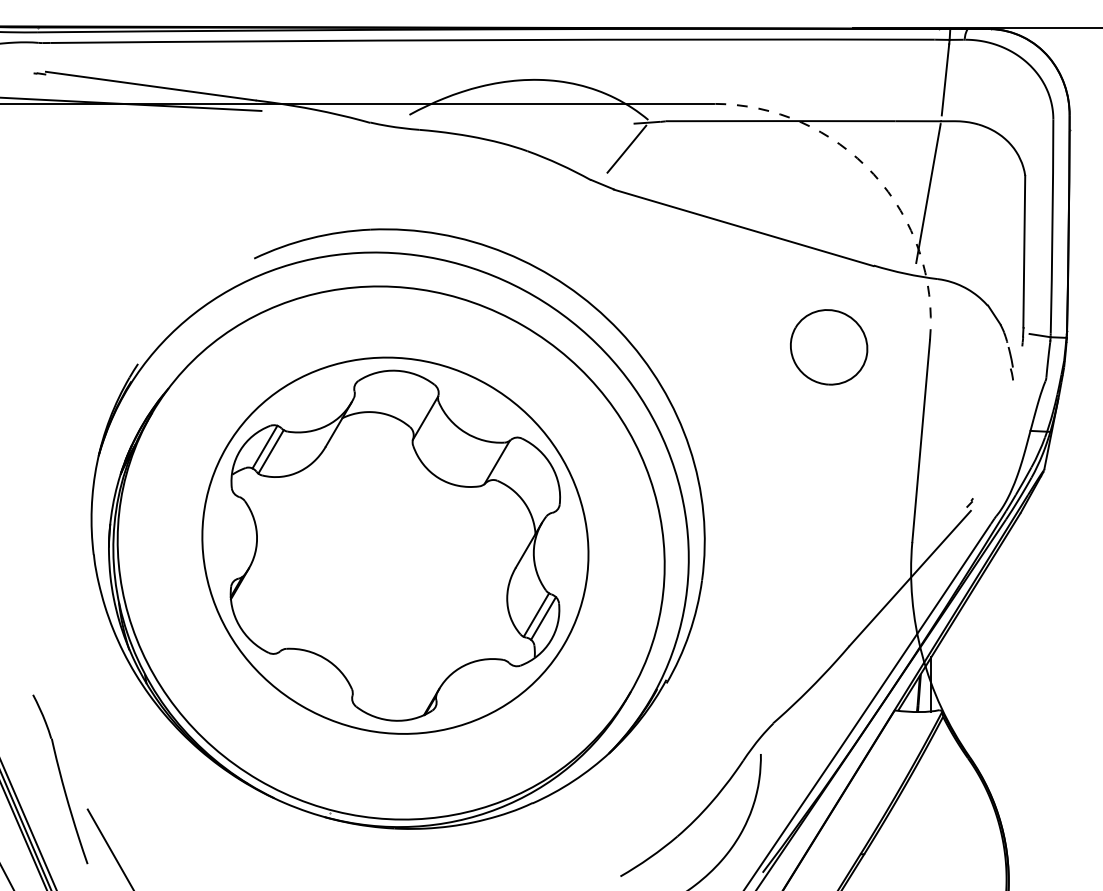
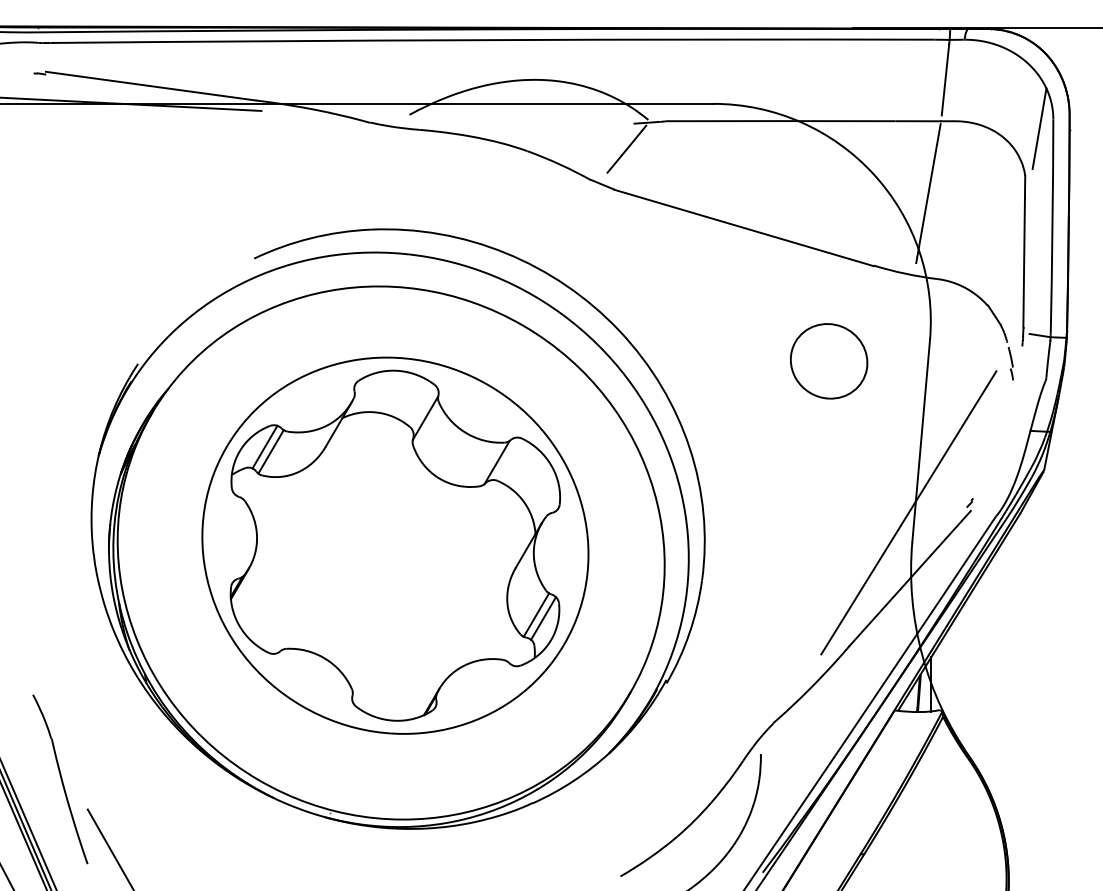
line at (1039, 128): none -> present
arc at (873, 174): dashed -> solid
part at (829, 347) position: (829, 347) -> (829, 361)
line at (908, 512): none -> present
